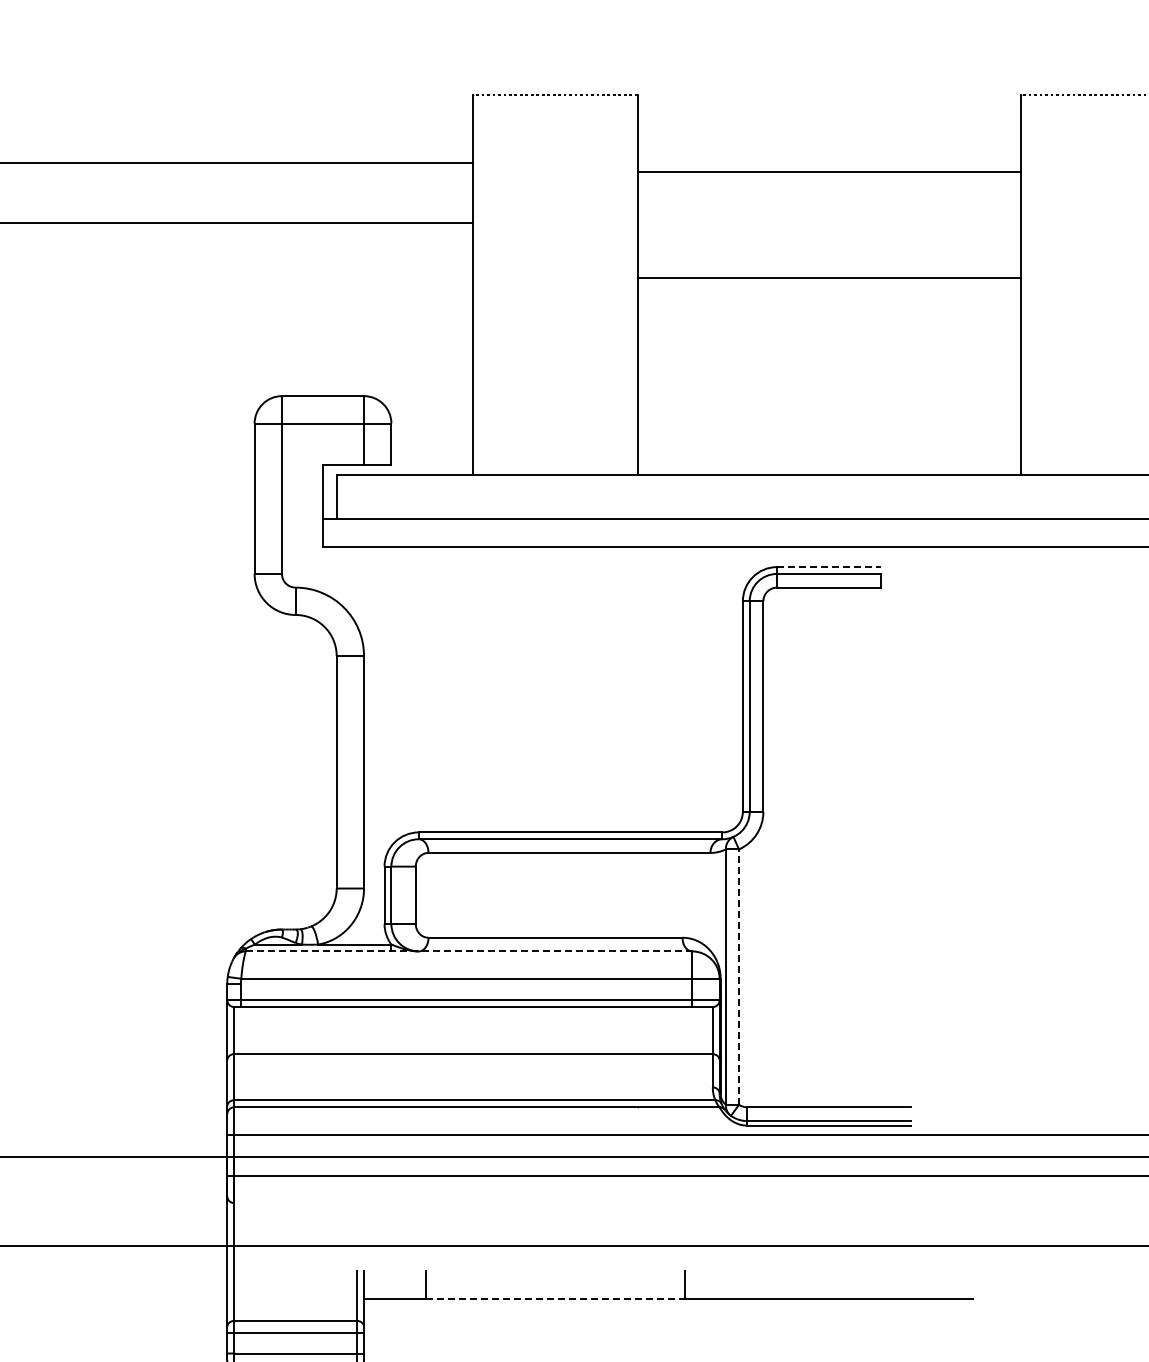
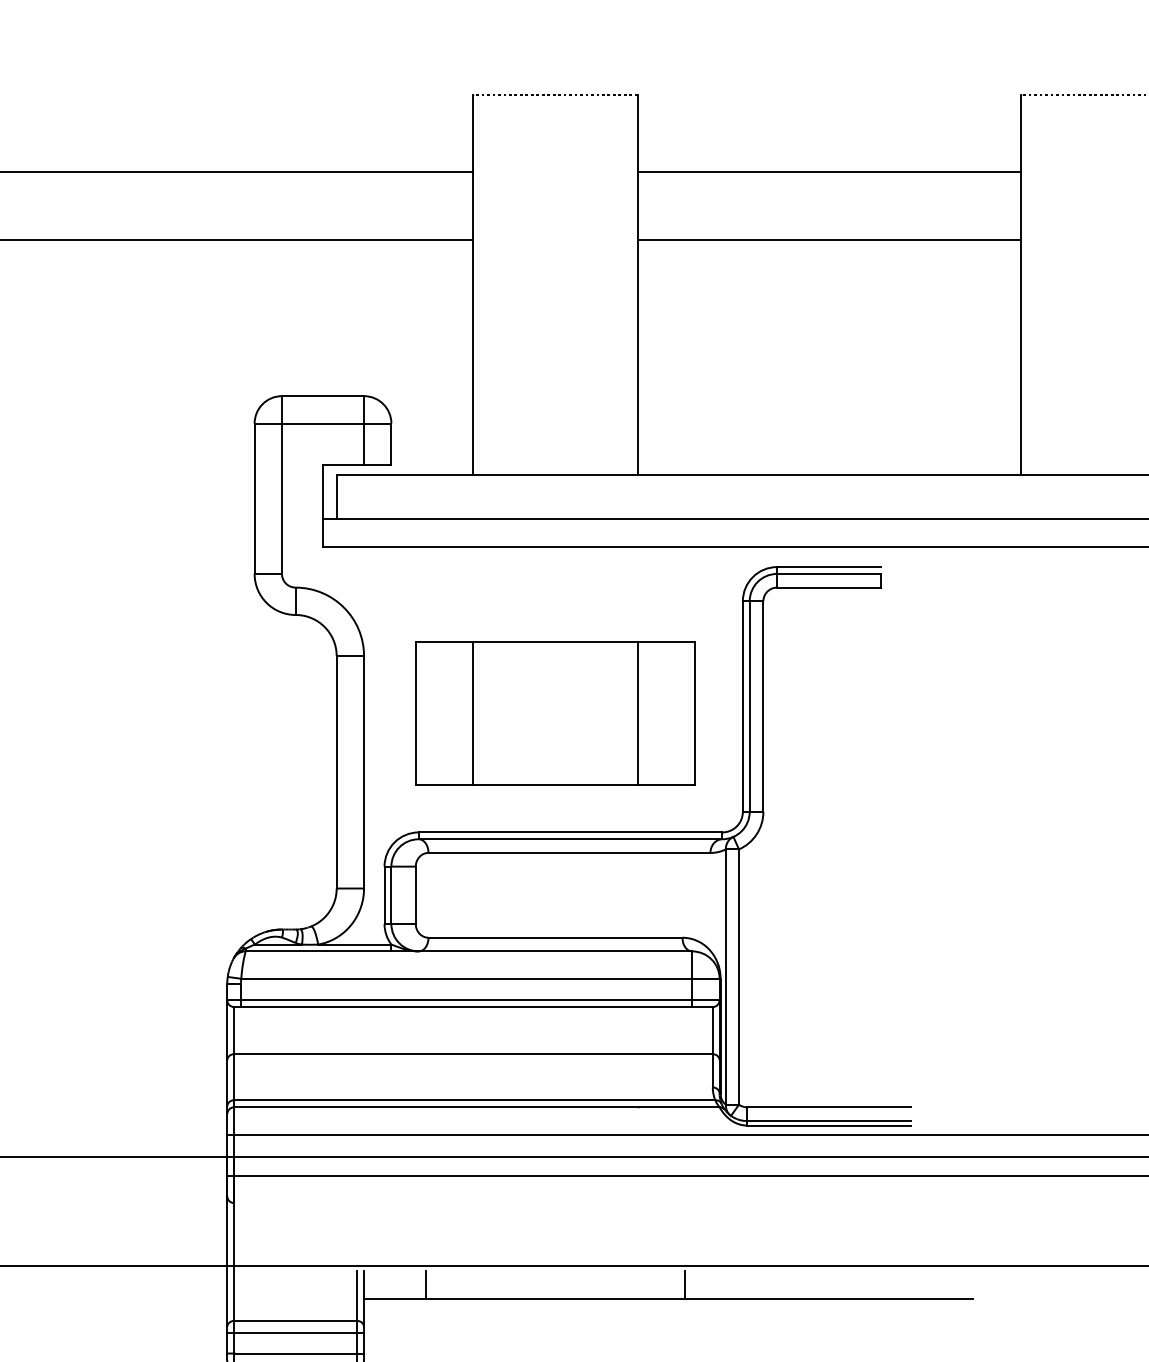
line at (237, 162) position: (237, 162) -> (237, 171)
line at (237, 223) position: (237, 223) -> (237, 240)
line at (828, 278) position: (828, 278) -> (828, 240)
line at (829, 567): dashed -> solid
part at (555, 713): none -> present
line at (469, 951): dashed -> solid
line at (739, 977): dashed -> solid
line at (573, 1245) position: (573, 1245) -> (573, 1265)
line at (555, 1298): dashed -> solid
